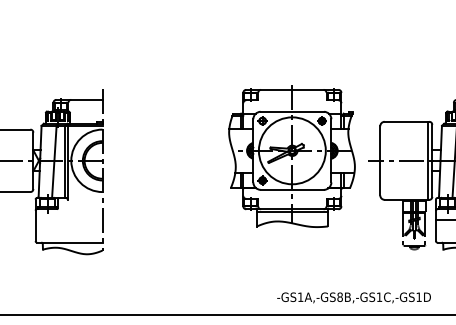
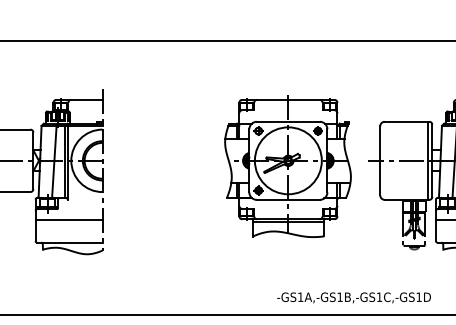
line at (227, 41): none -> present
part at (291, 156) position: (291, 156) -> (287, 166)
line at (68, 220): none -> present
text at (339, 296): -GS1A,-GS8B,-GS1C,-GS1D -> -GS1A,-GS1B,-GS1C,-GS1D
